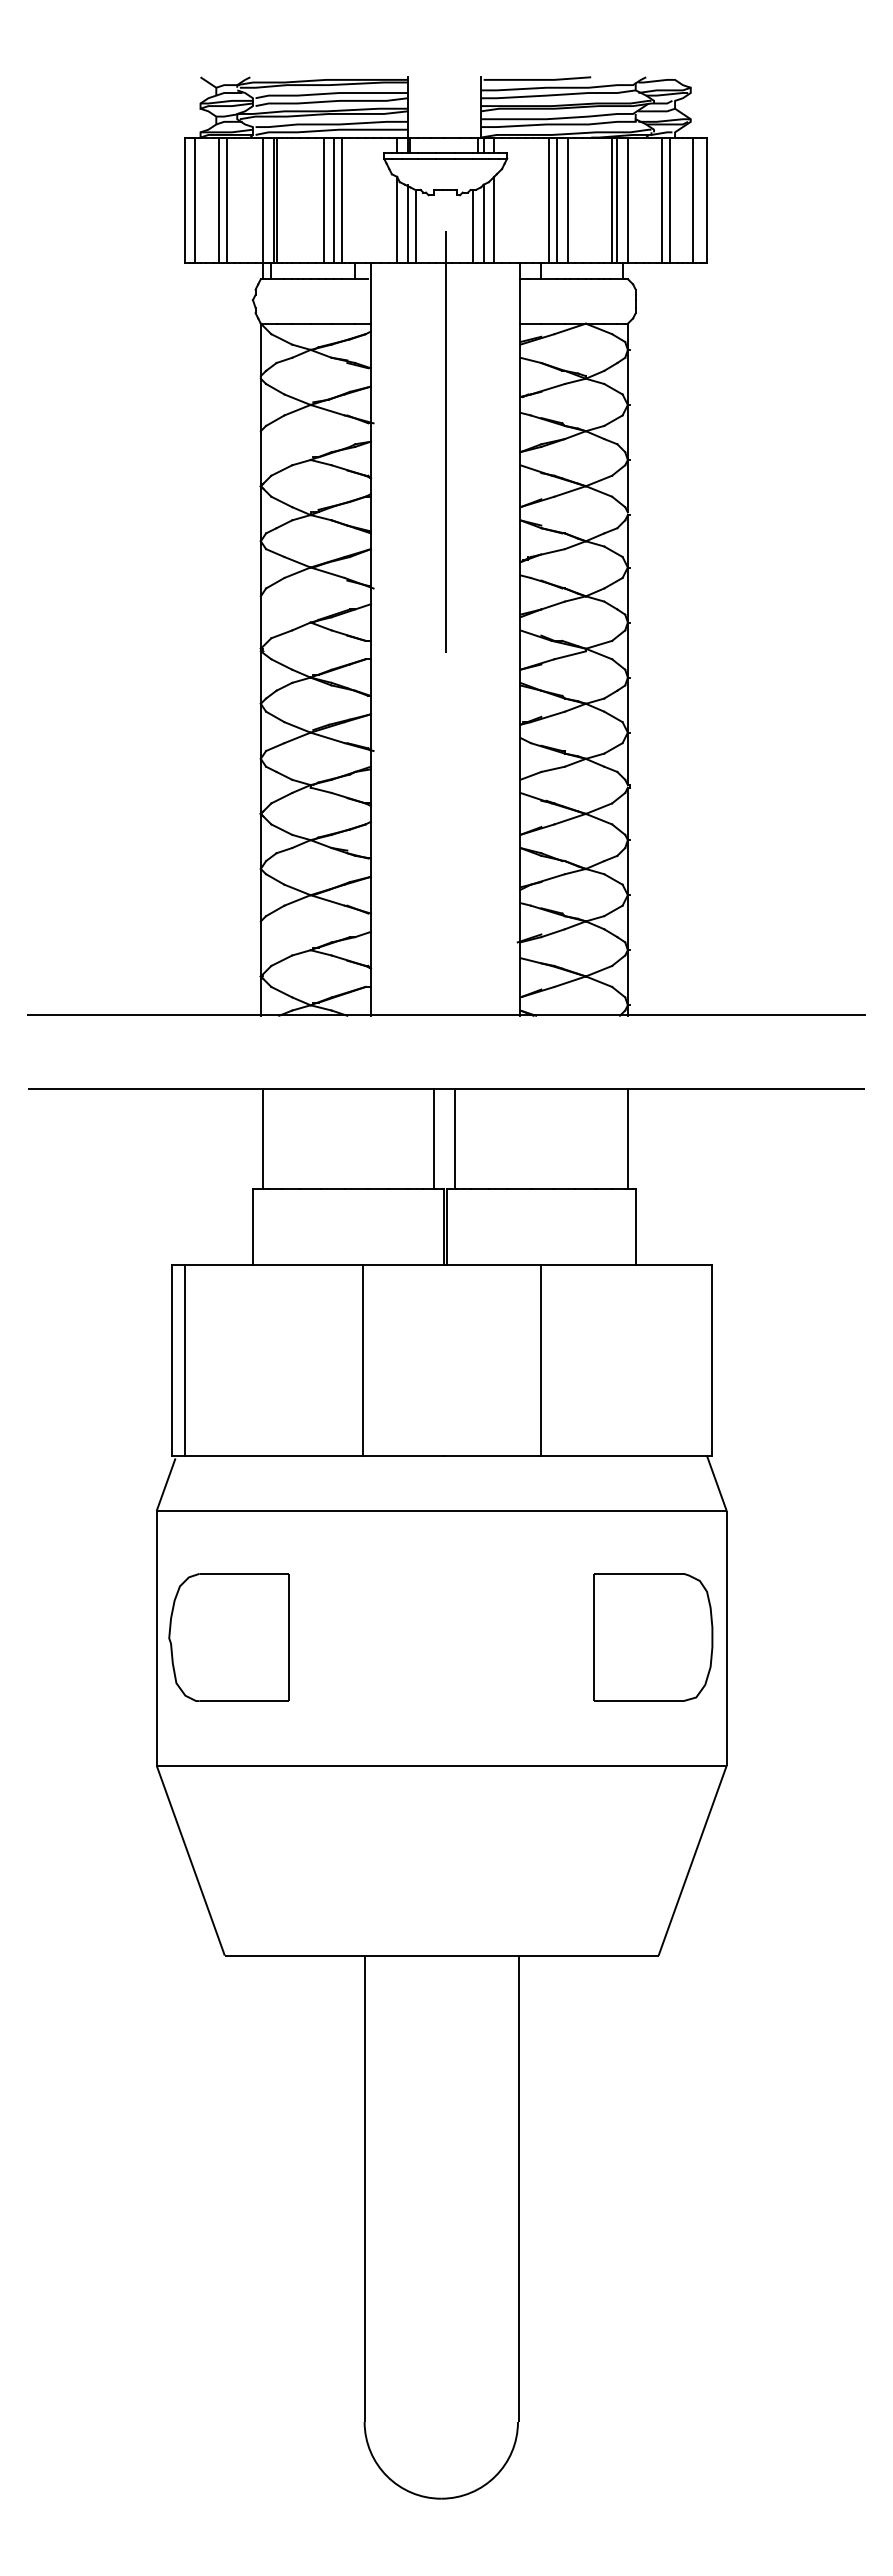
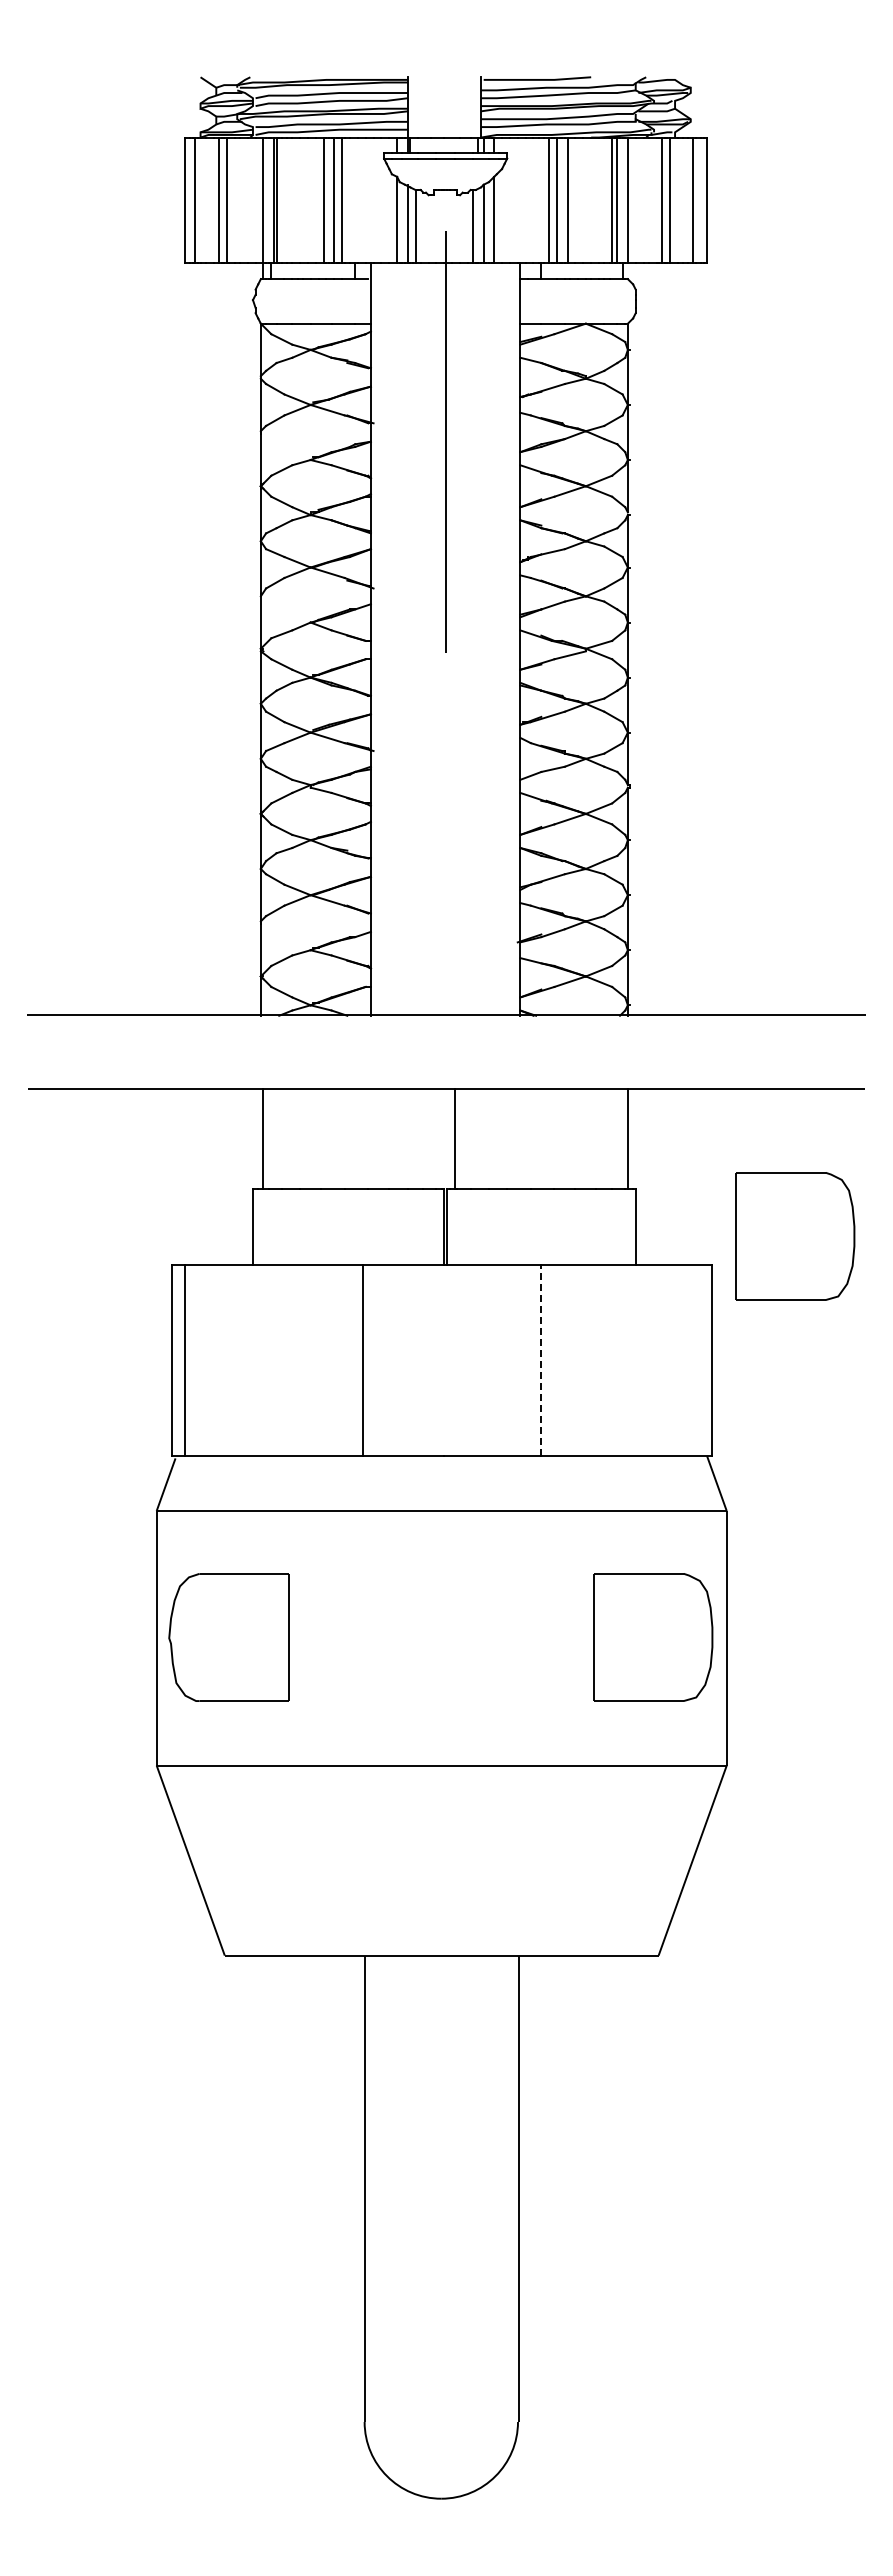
line at (433, 1138): present -> none
part at (795, 1236): none -> present
line at (541, 1360): solid -> dashed
